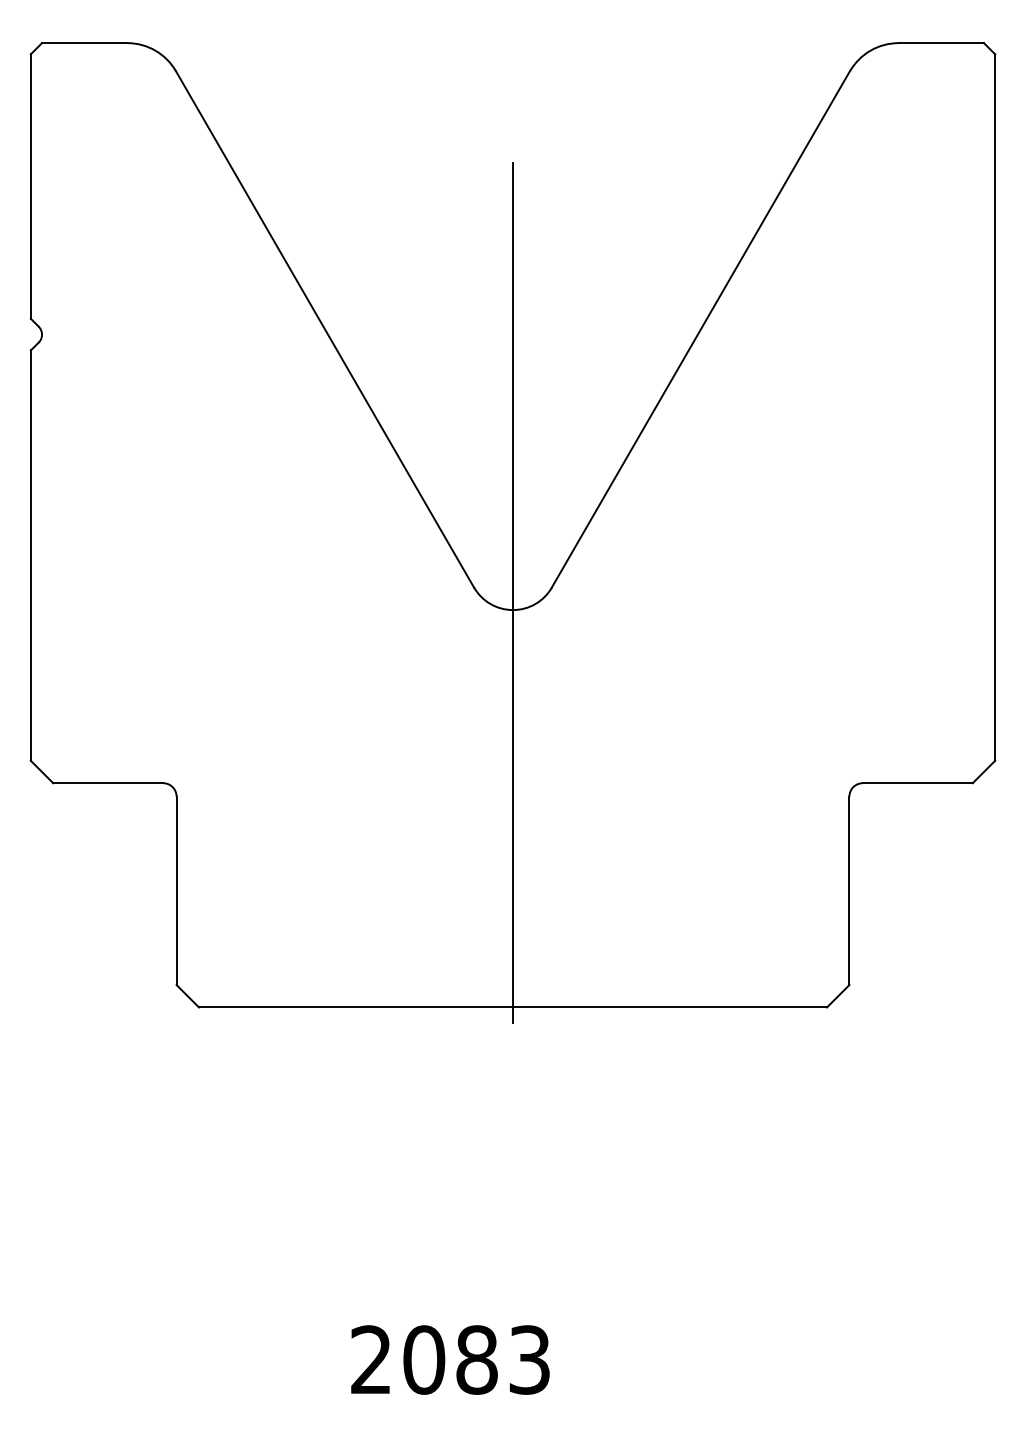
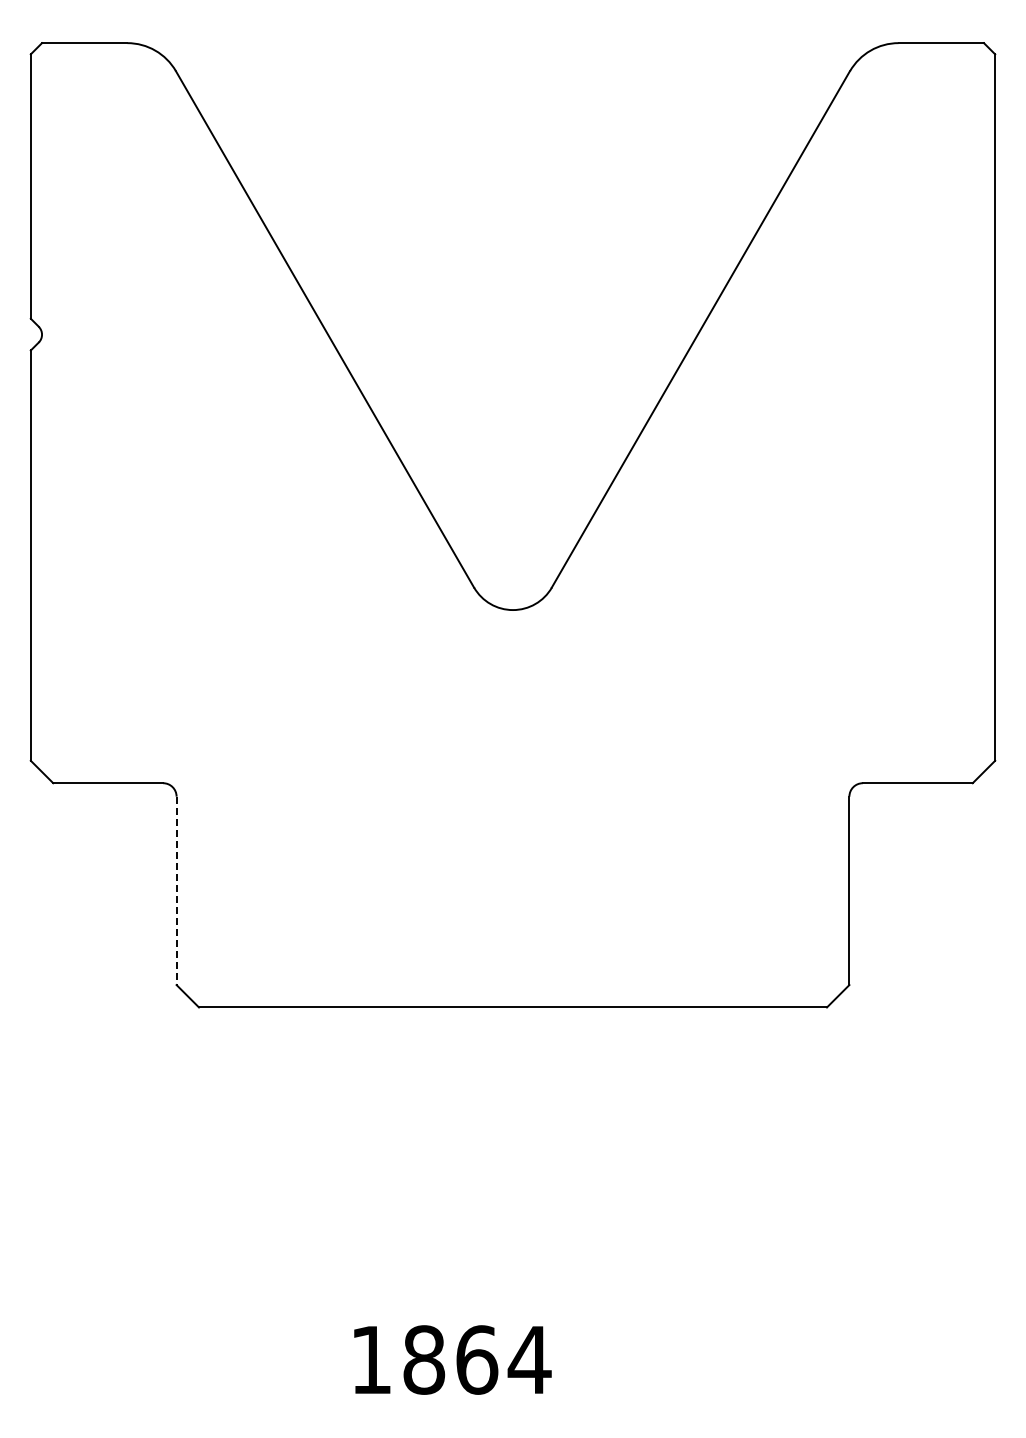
line at (513, 592): present -> none
line at (176, 891): solid -> dashed
text at (451, 1359): 2083 -> 1864
